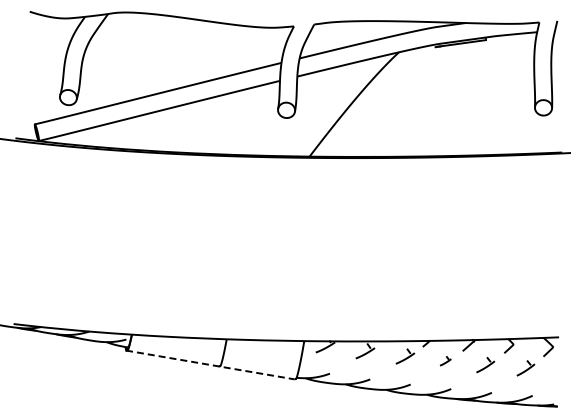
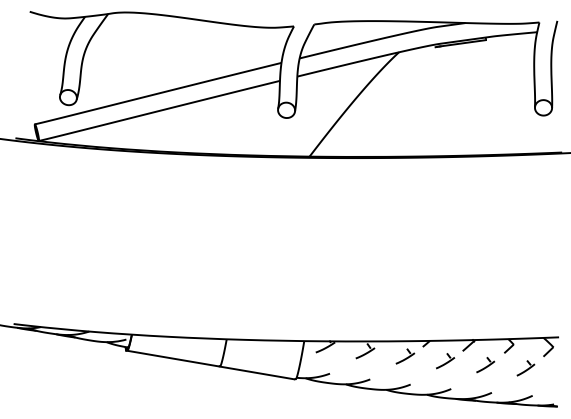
part at (445, 361) size: 12x11 px -> 20x17 px
line at (210, 365): dashed -> solid
